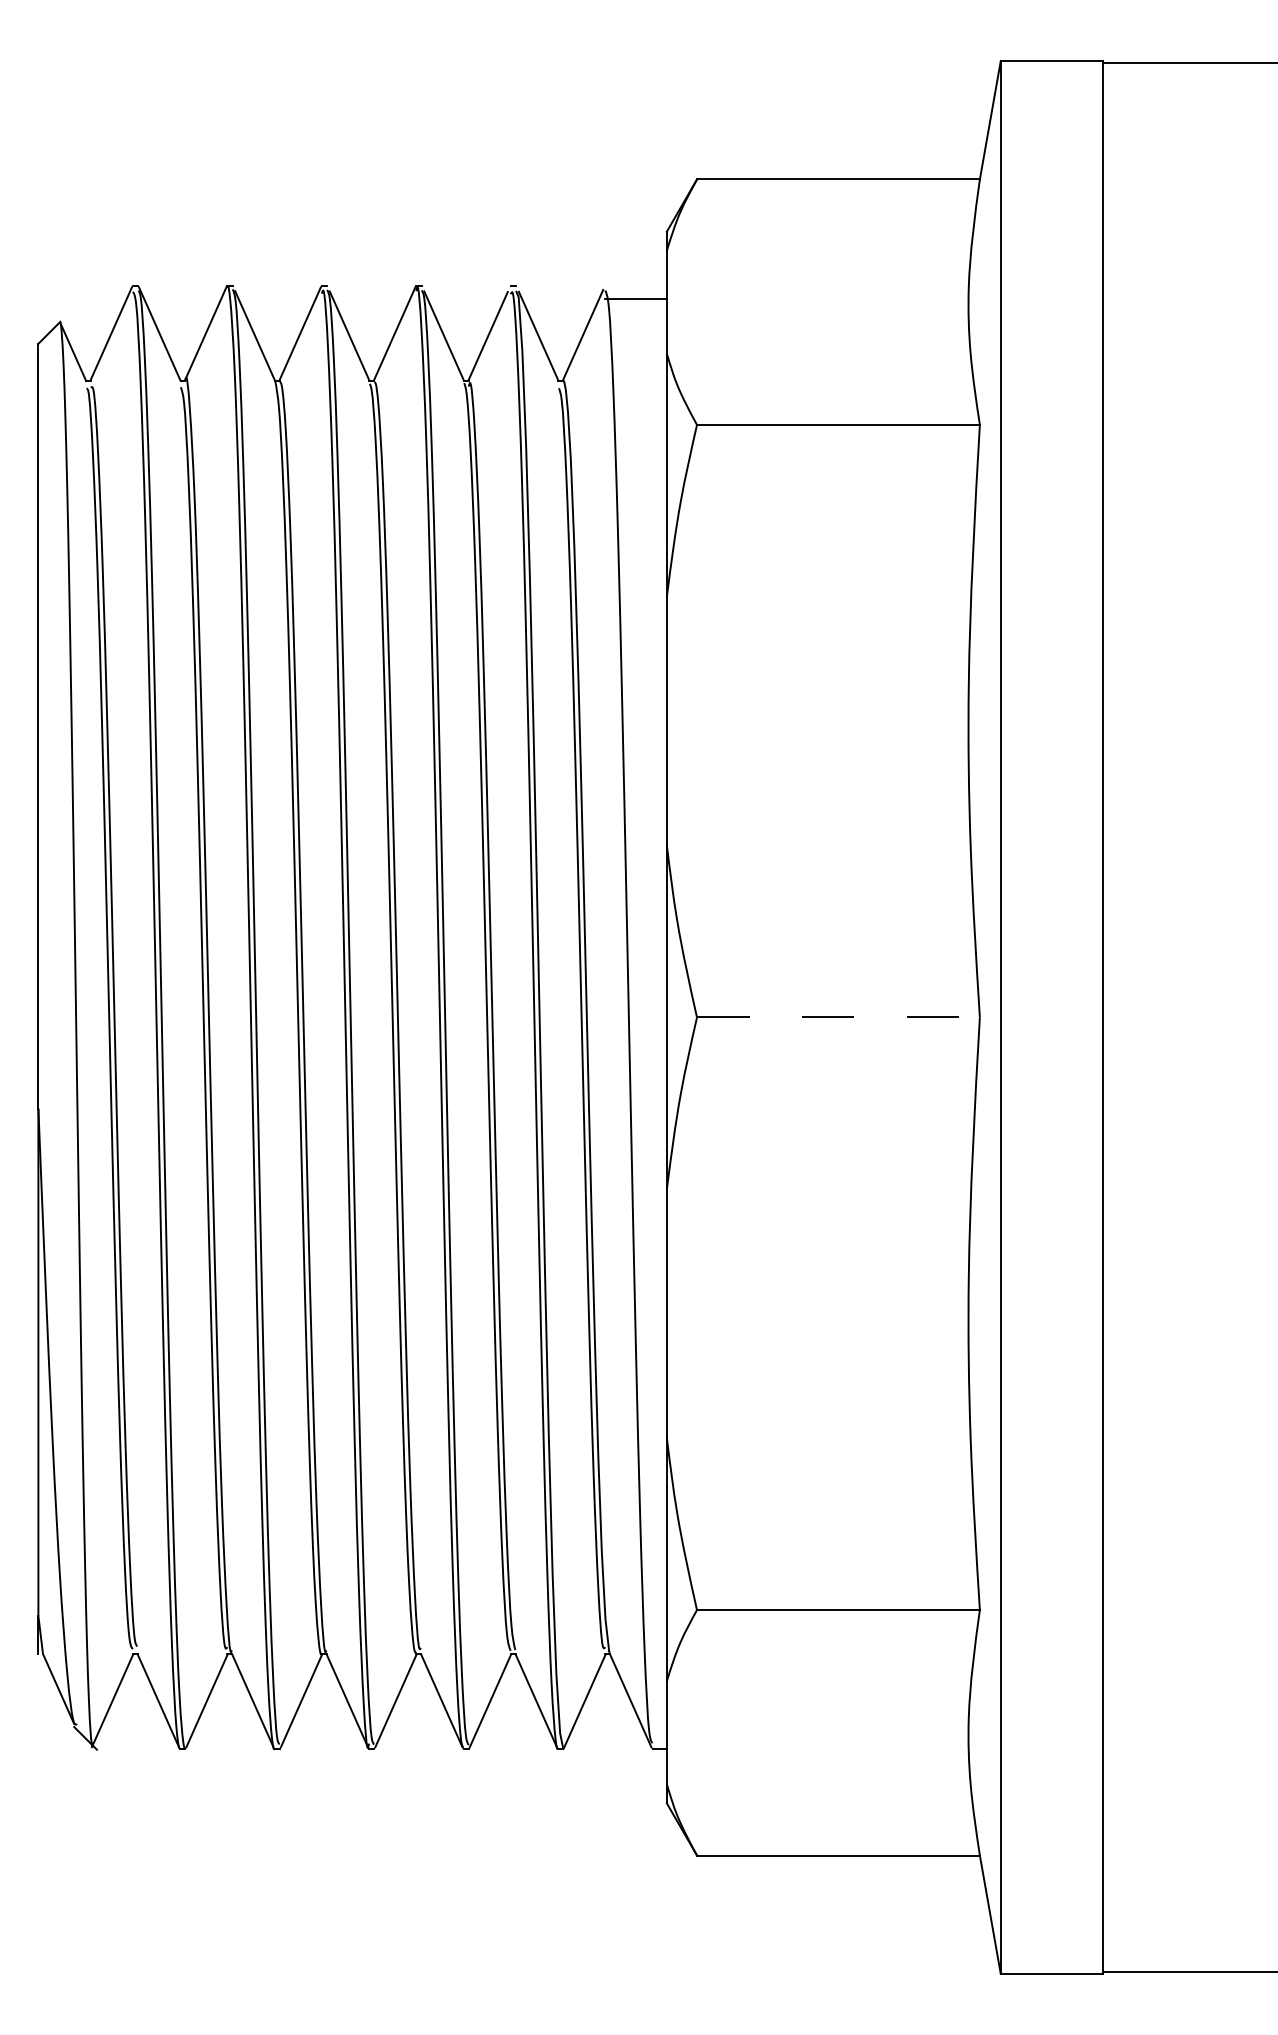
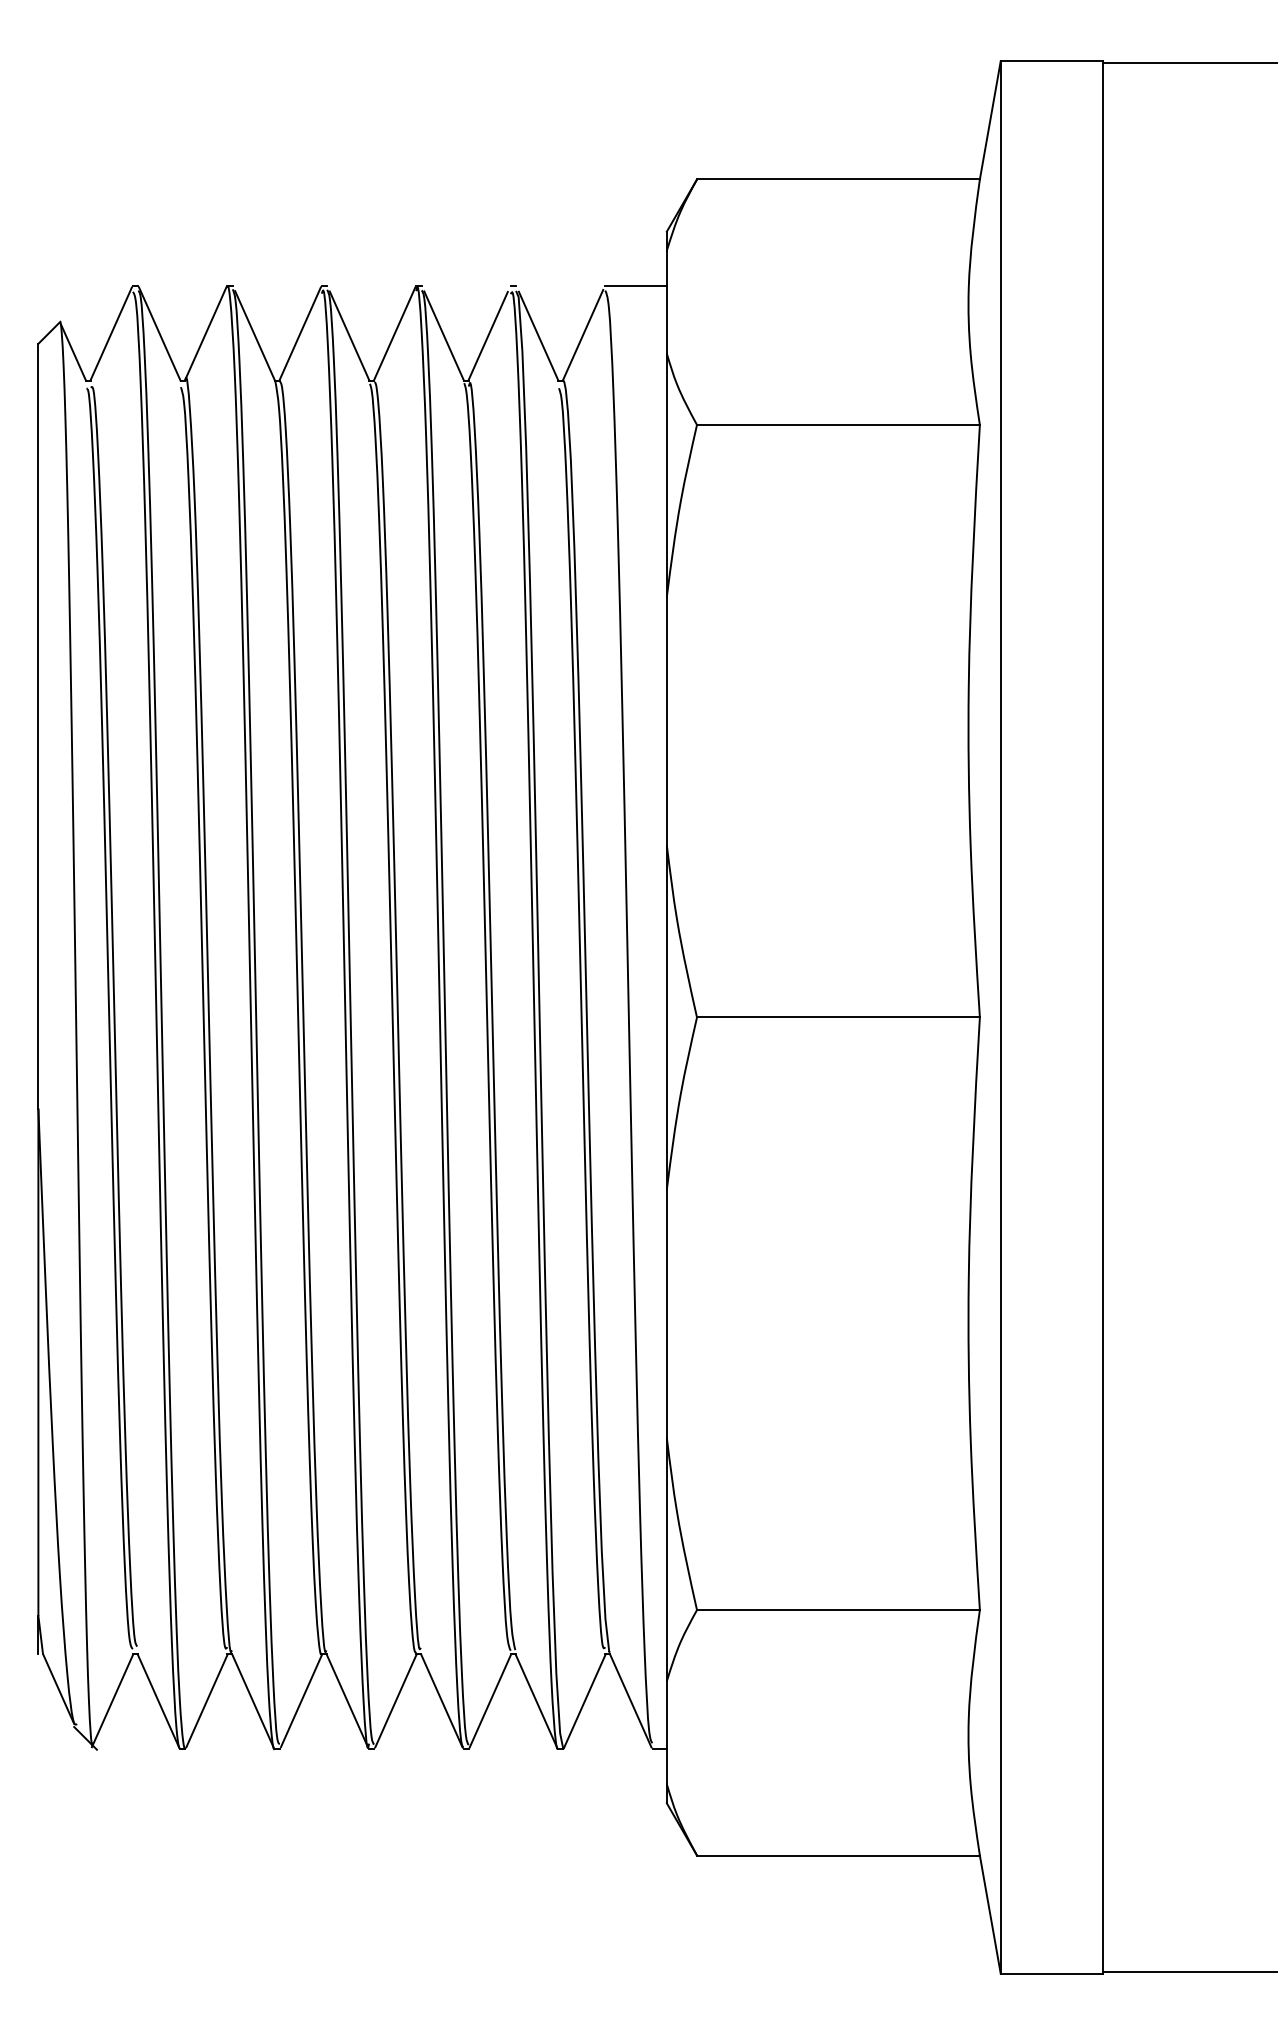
line at (635, 299) position: (635, 299) -> (635, 286)
line at (838, 1017): dashed -> solid
